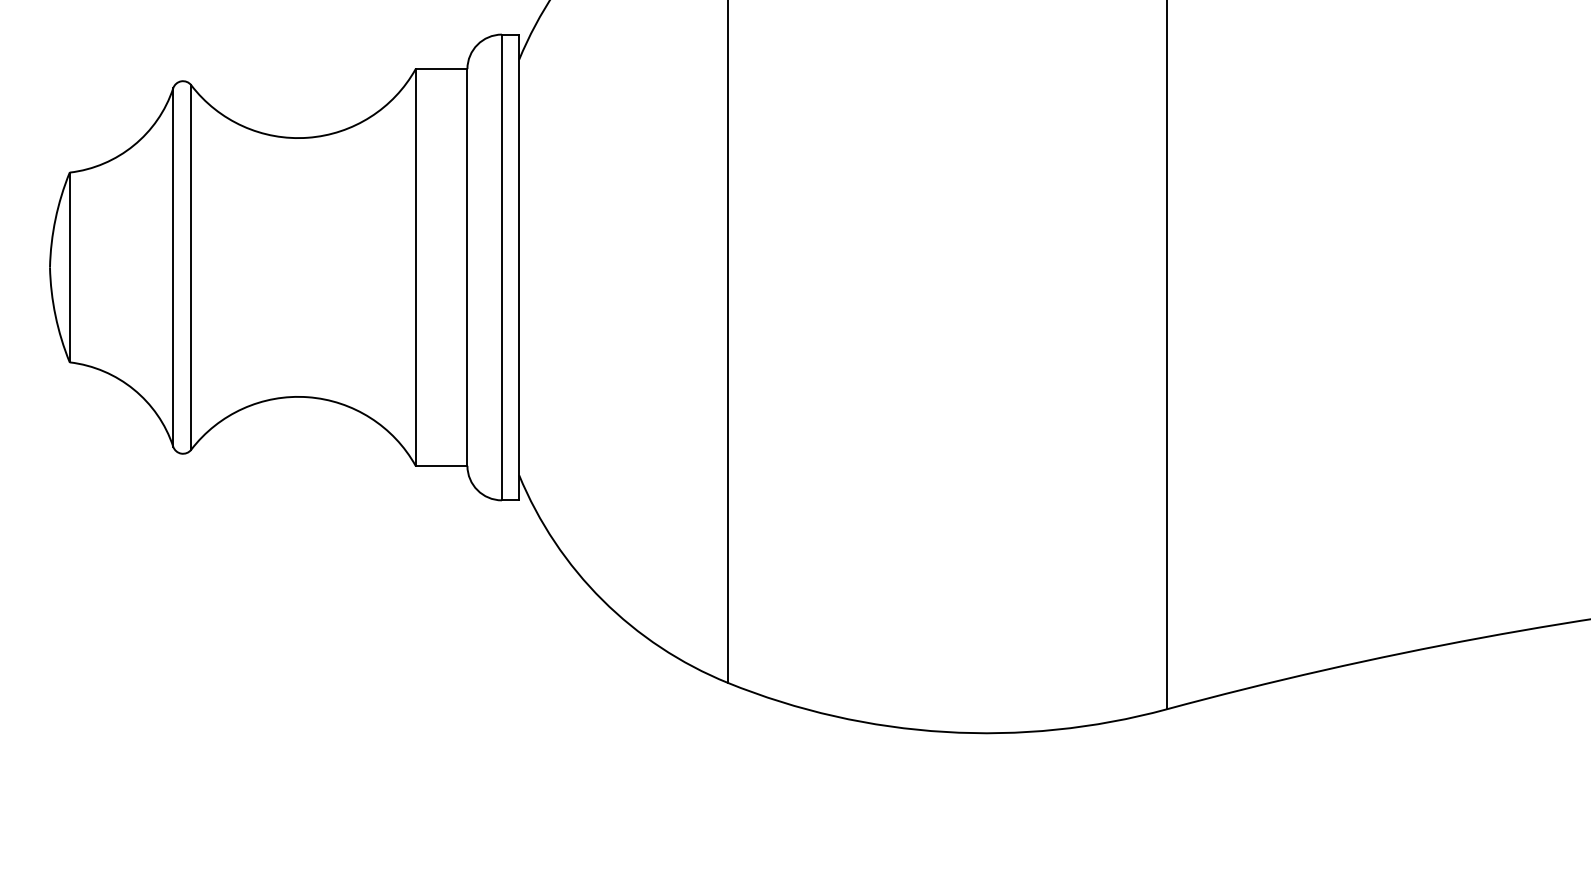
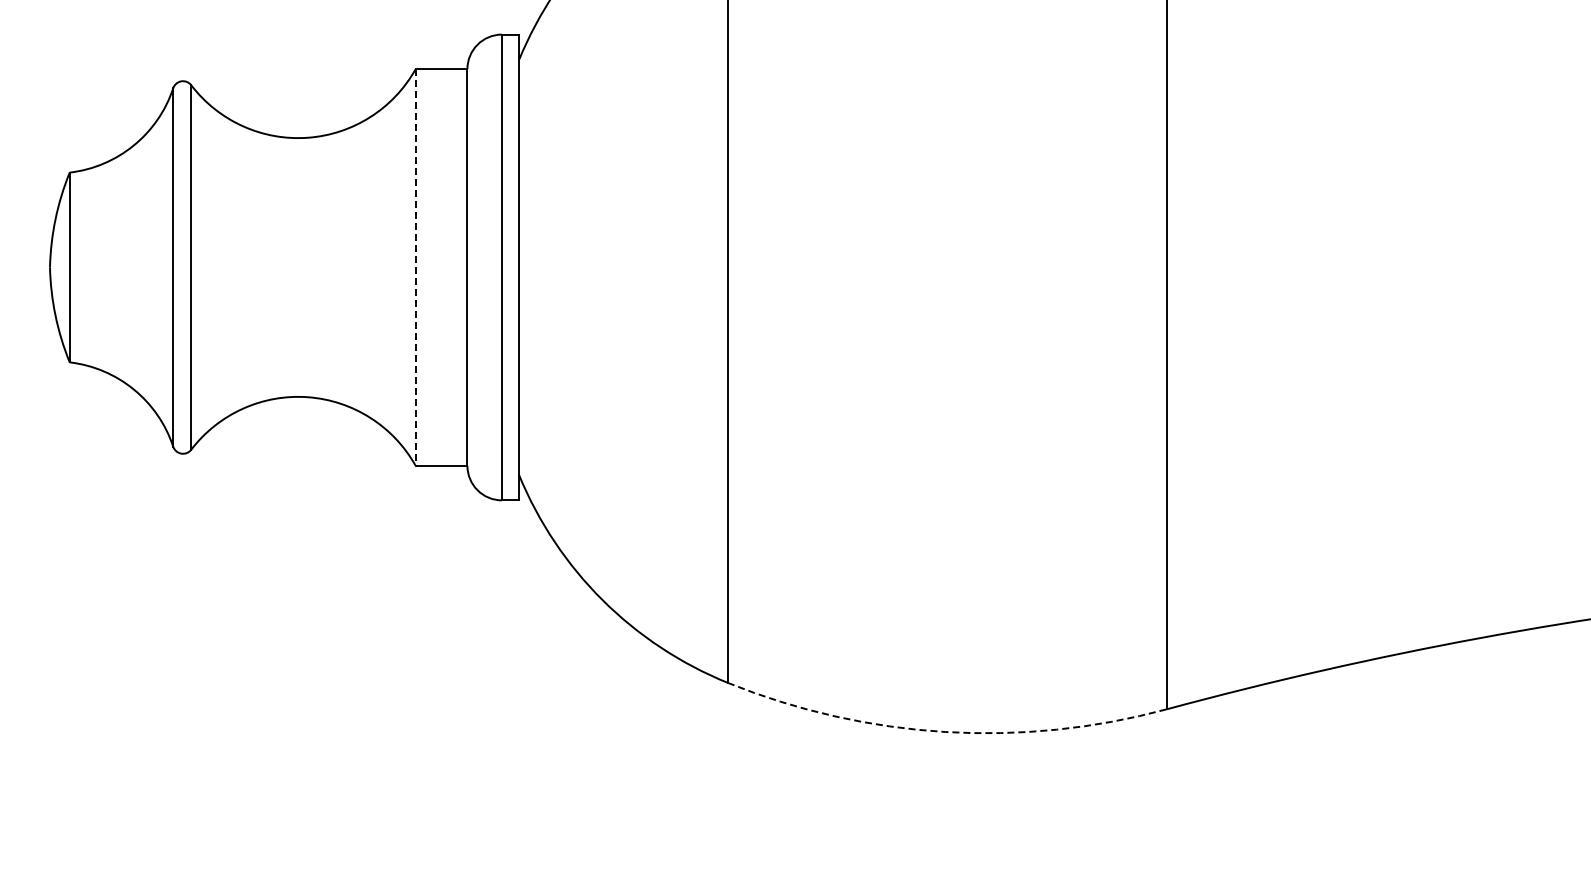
line at (415, 268): solid -> dashed
arc at (945, 731): solid -> dashed
